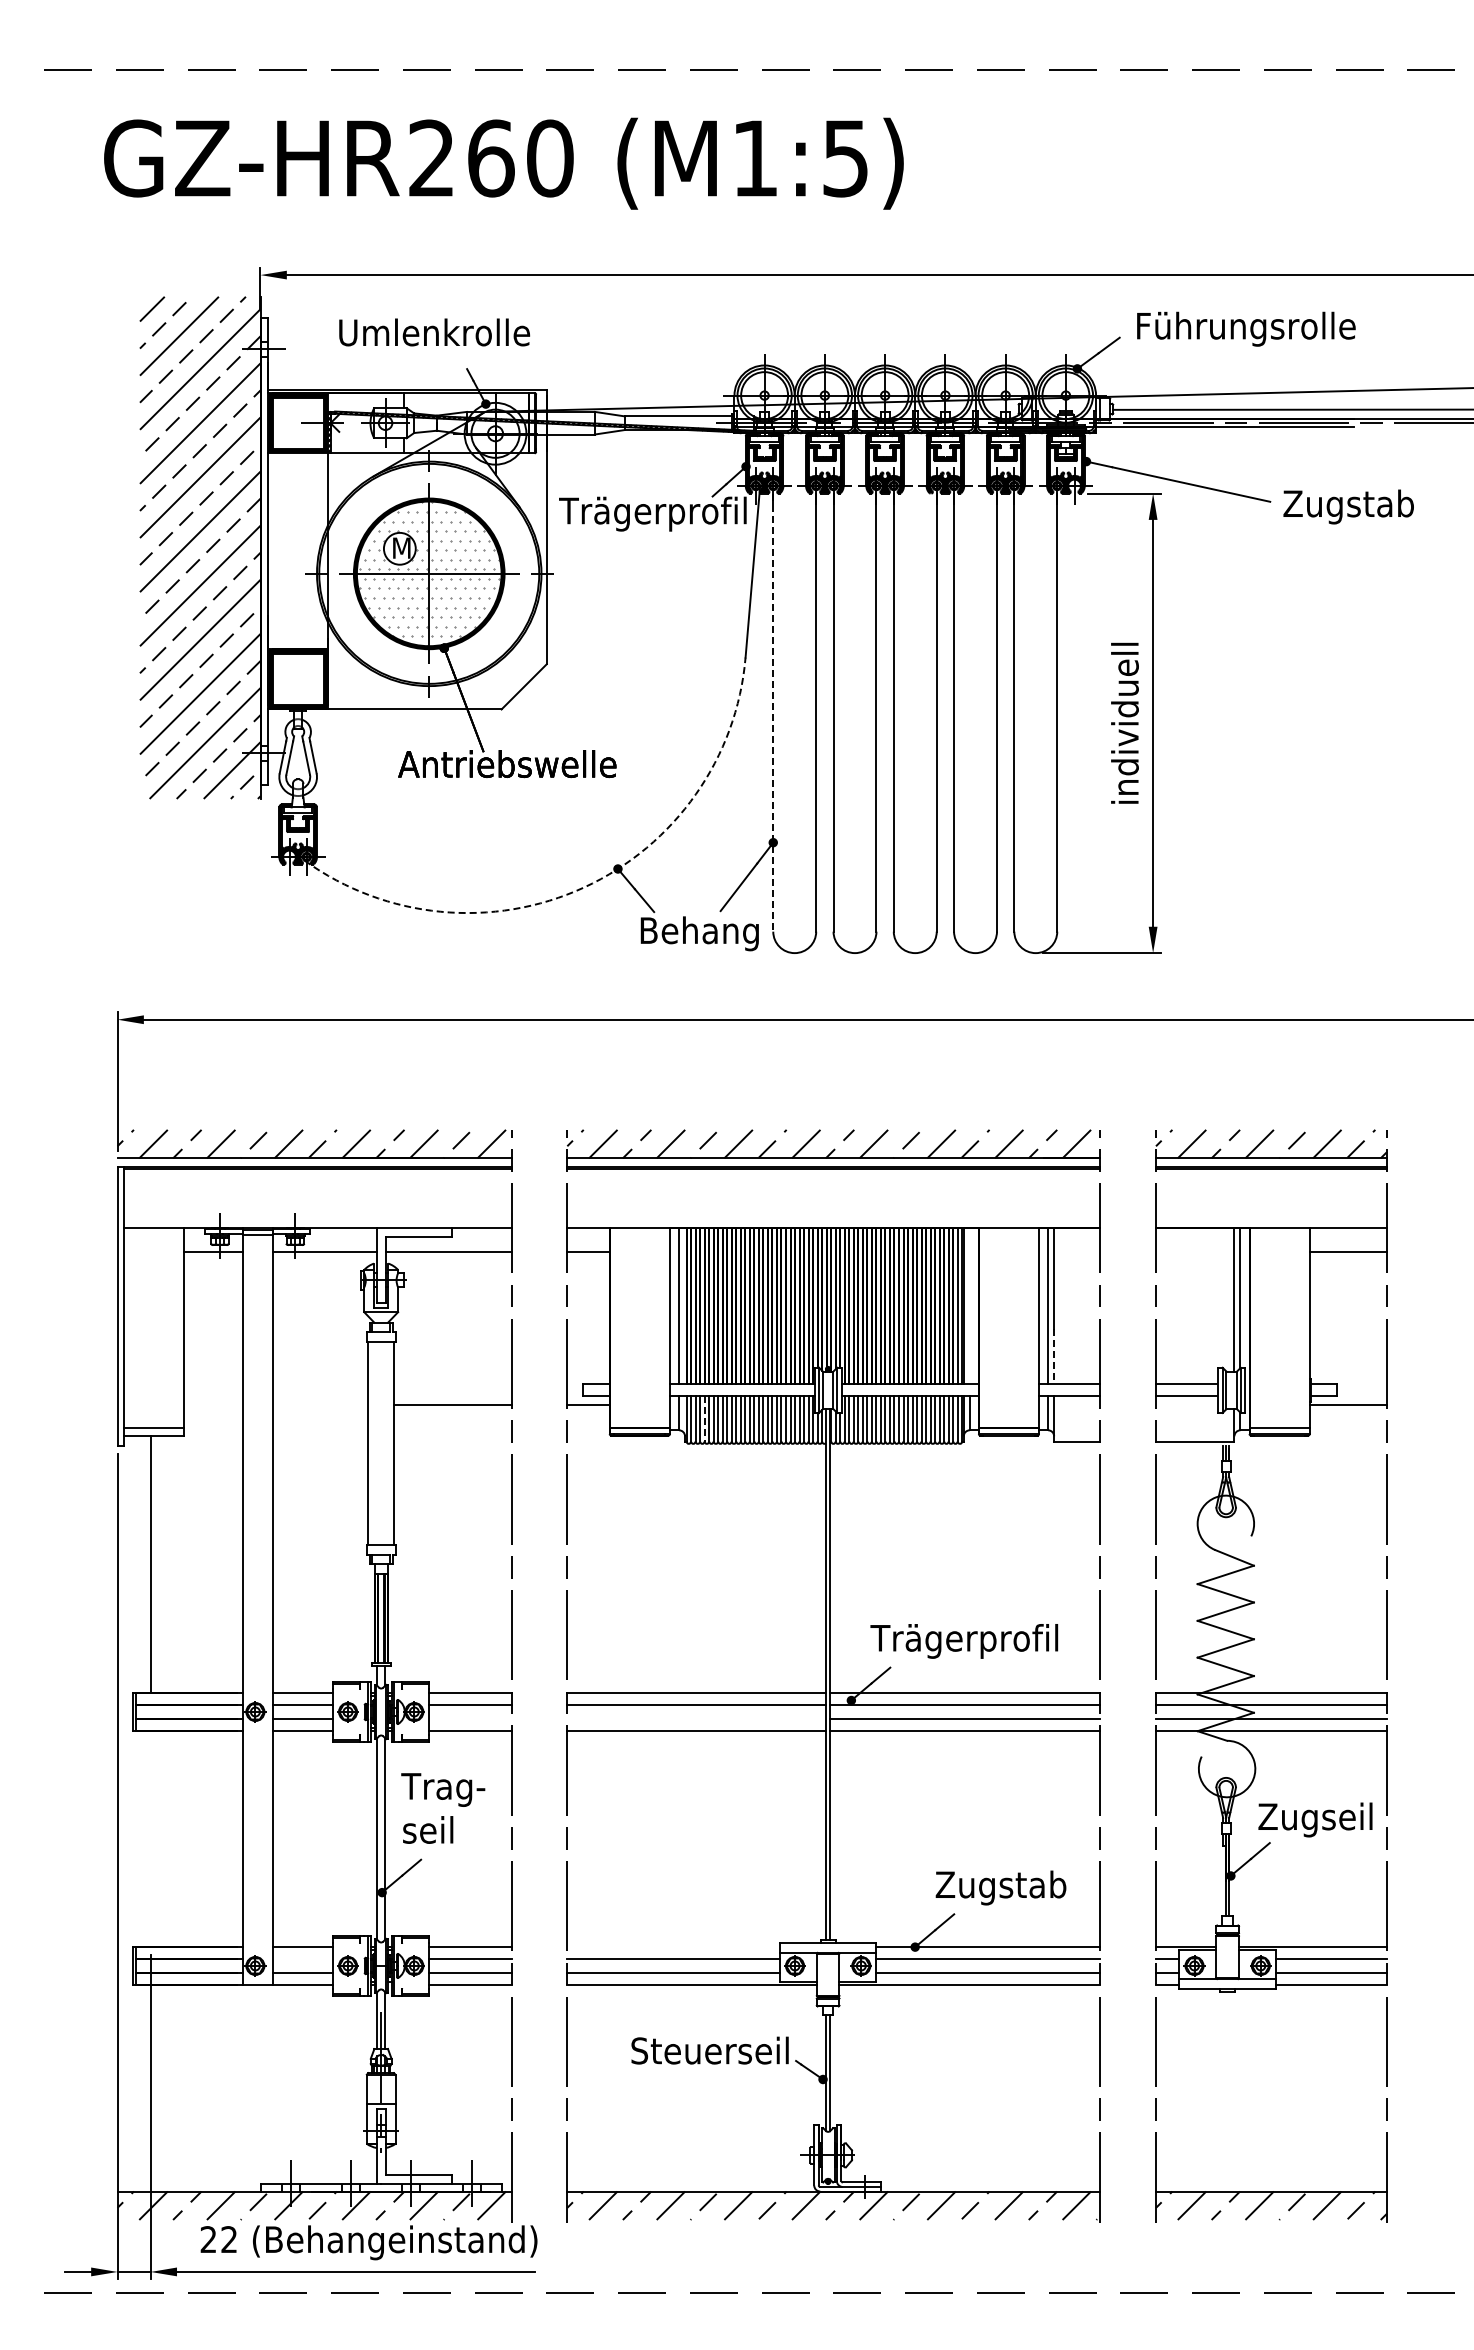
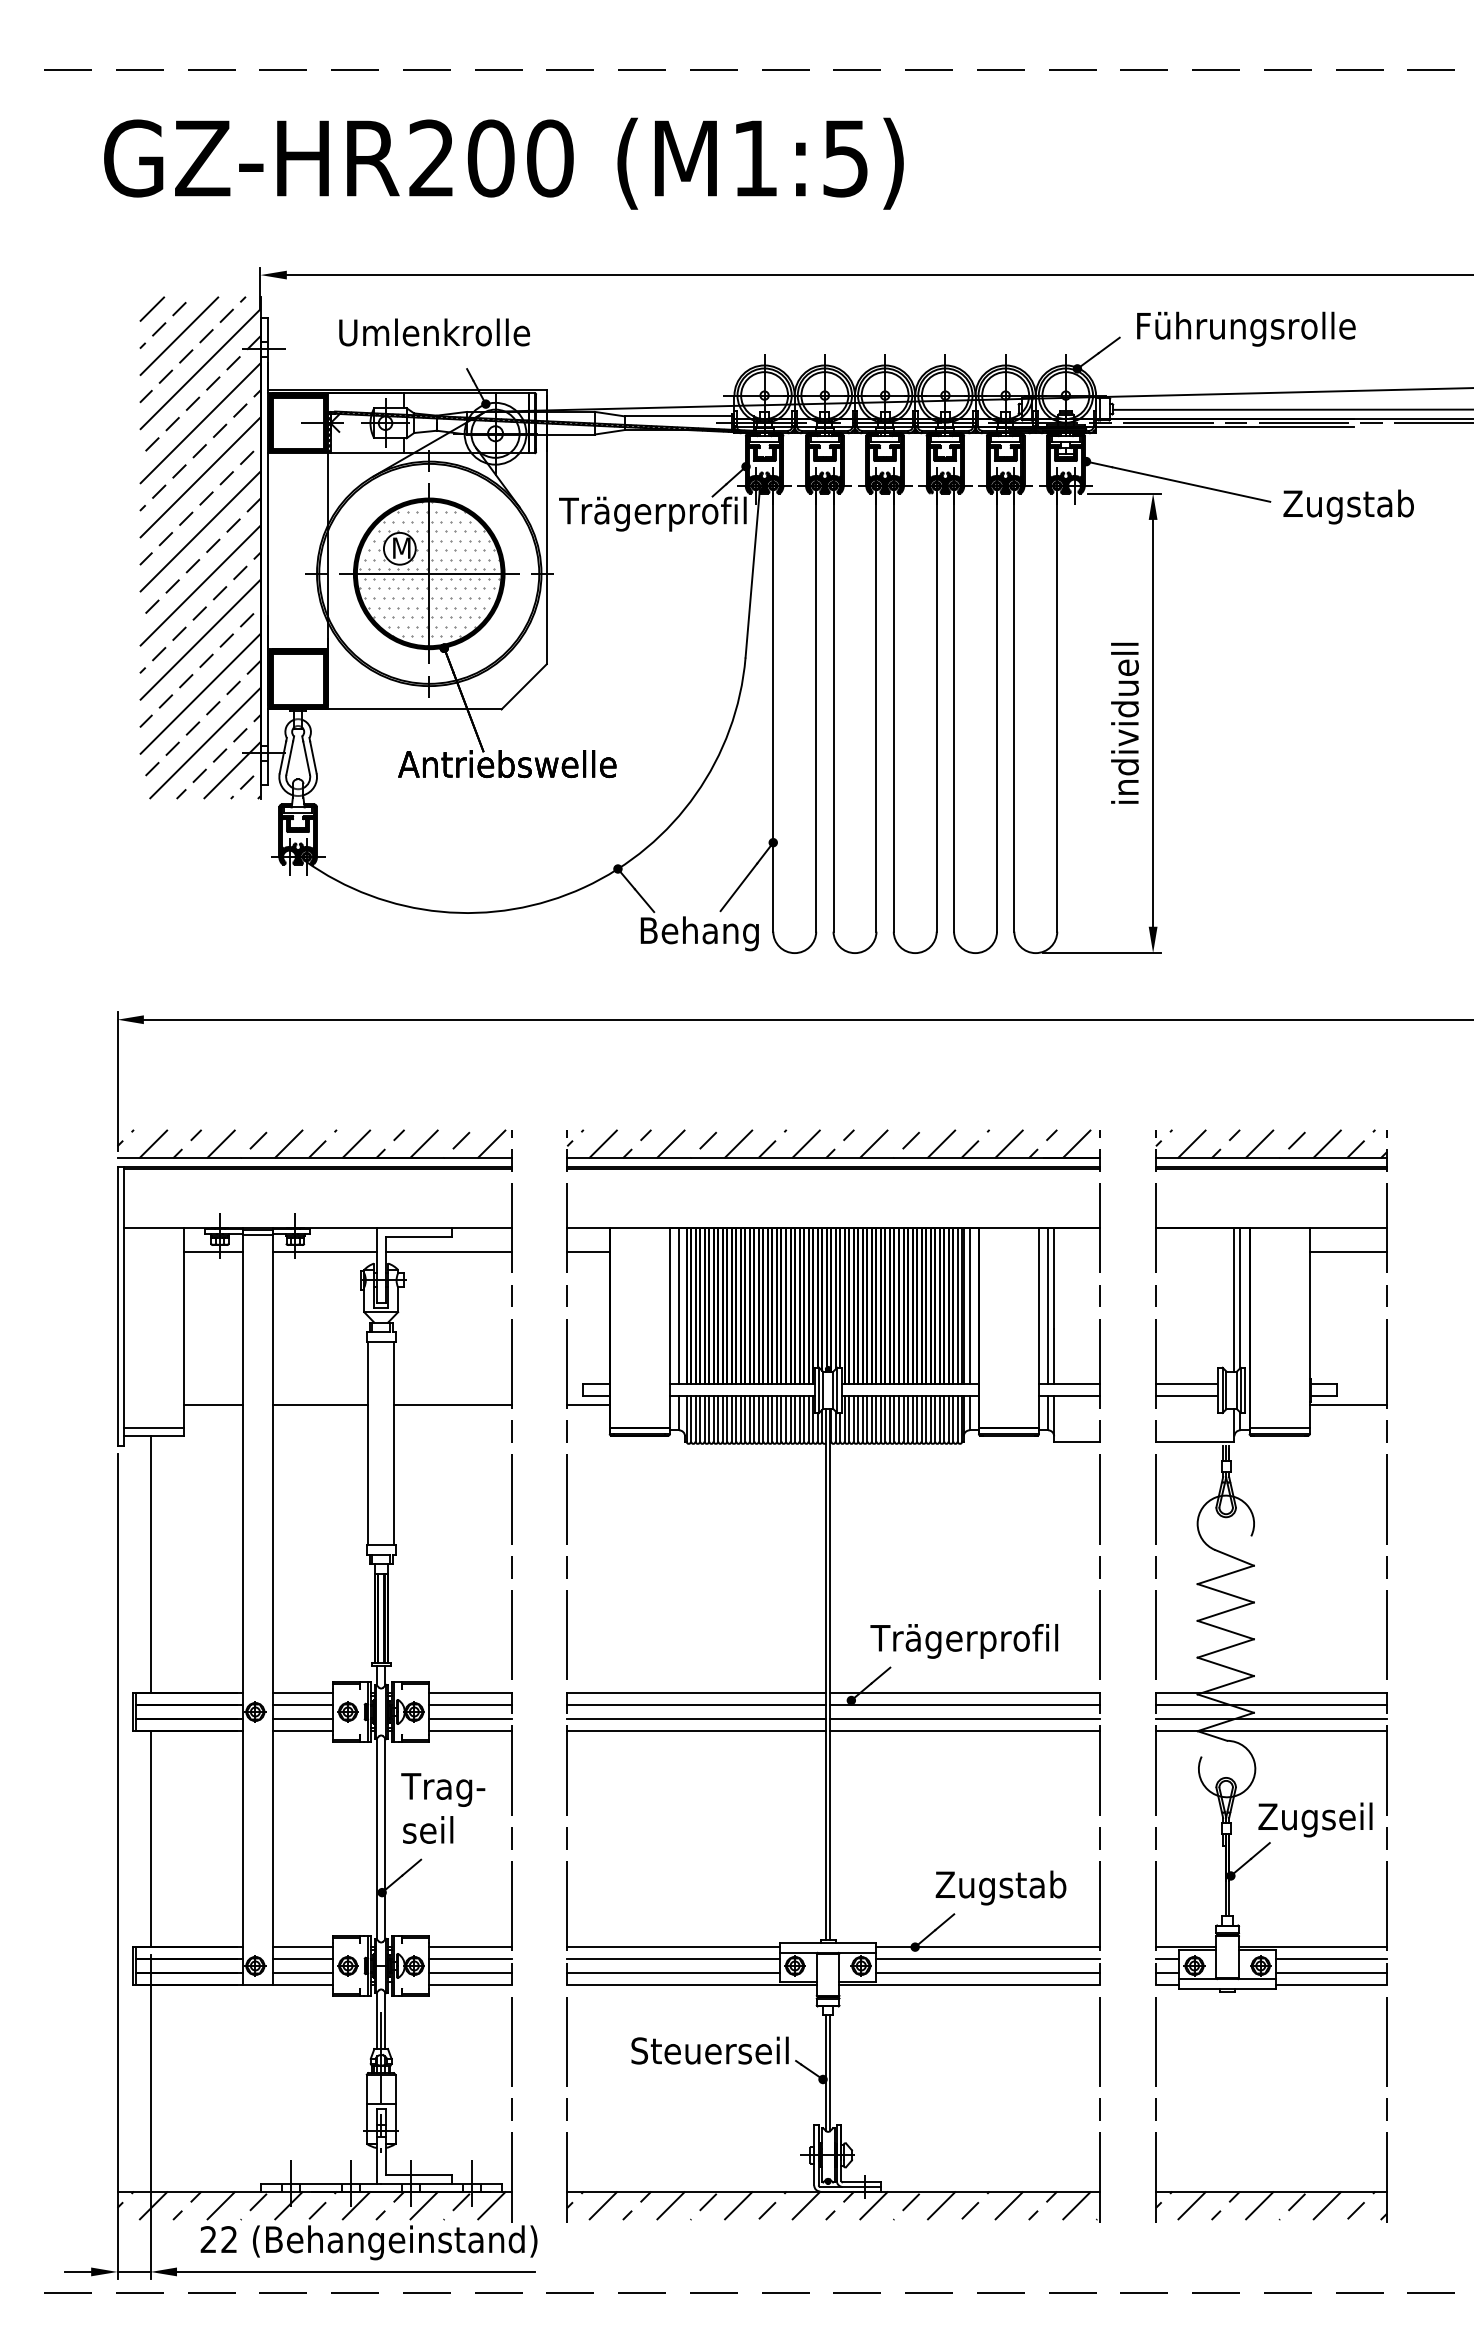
text at (490, 158): GZ-HR260 -> GZ-HR200
line at (773, 713): dashed -> solid
arc at (584, 887): dashed -> solid
line at (969, 1305): none -> present
line at (1054, 1356): dashed -> solid
line at (212, 1405): none -> present
line at (320, 1405): none -> present
line at (704, 1418): dashed -> solid
line at (470, 1718): none -> present
line at (696, 1718): none -> present
line at (150, 1838): none -> present
line at (673, 1947): none -> present
line at (302, 1959): none -> present
